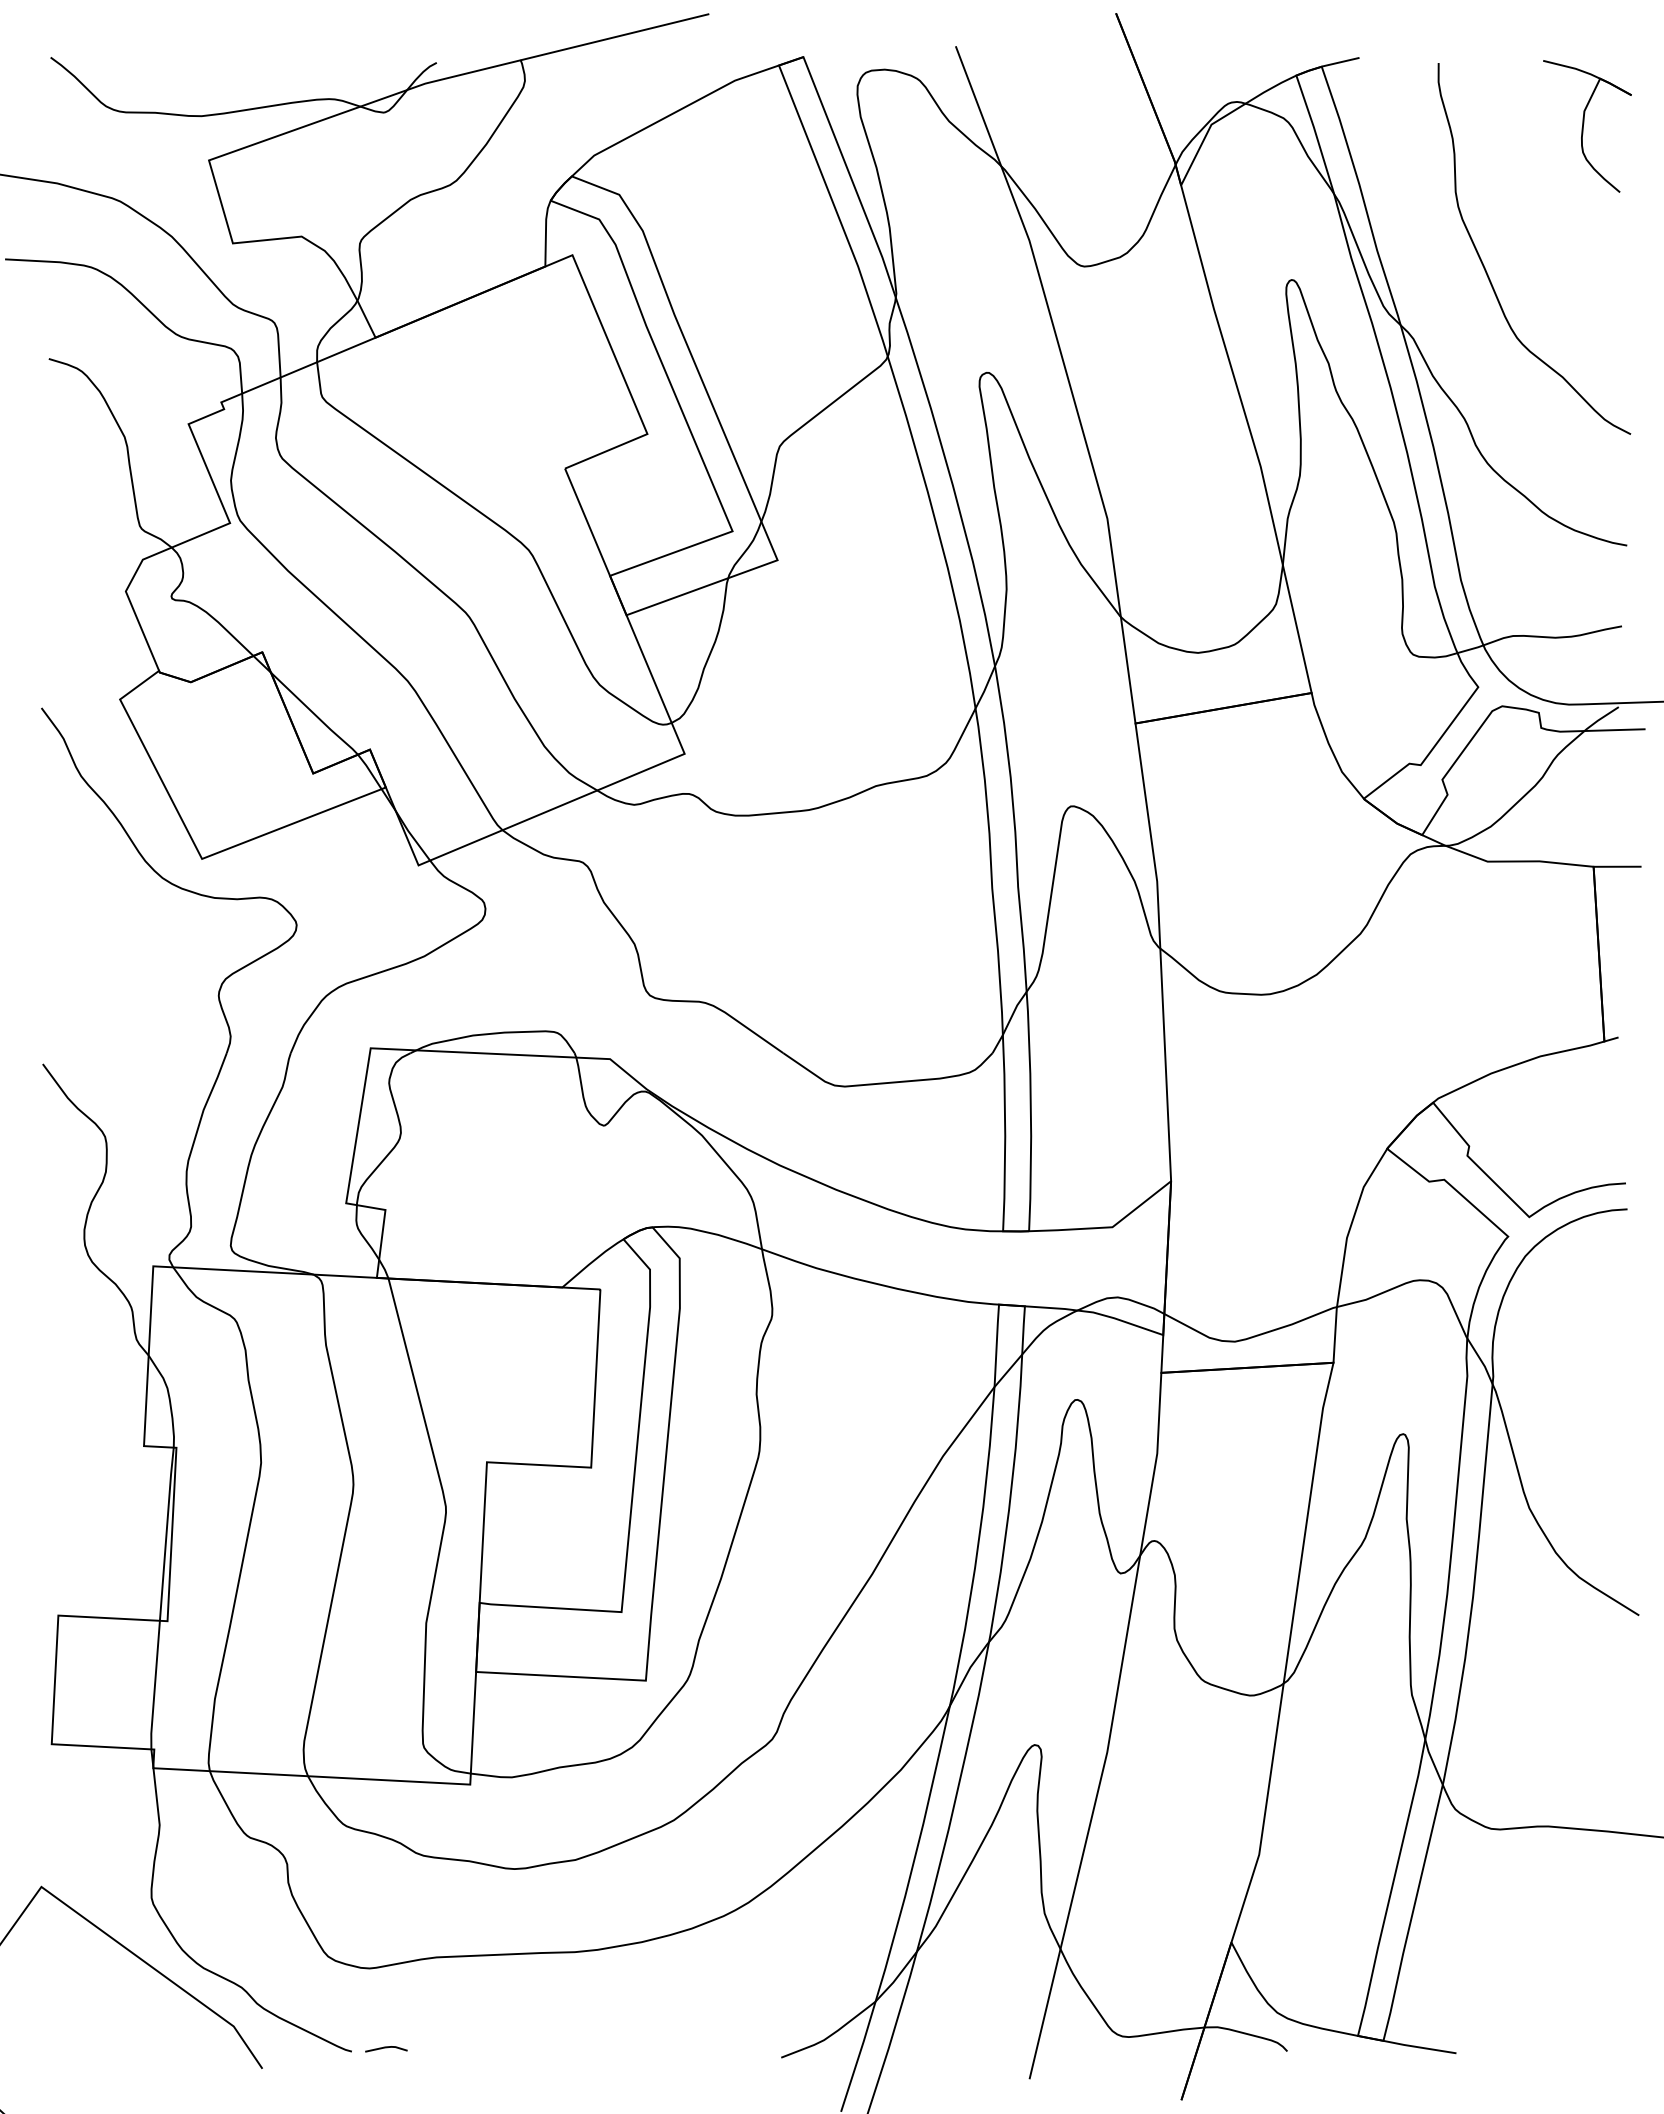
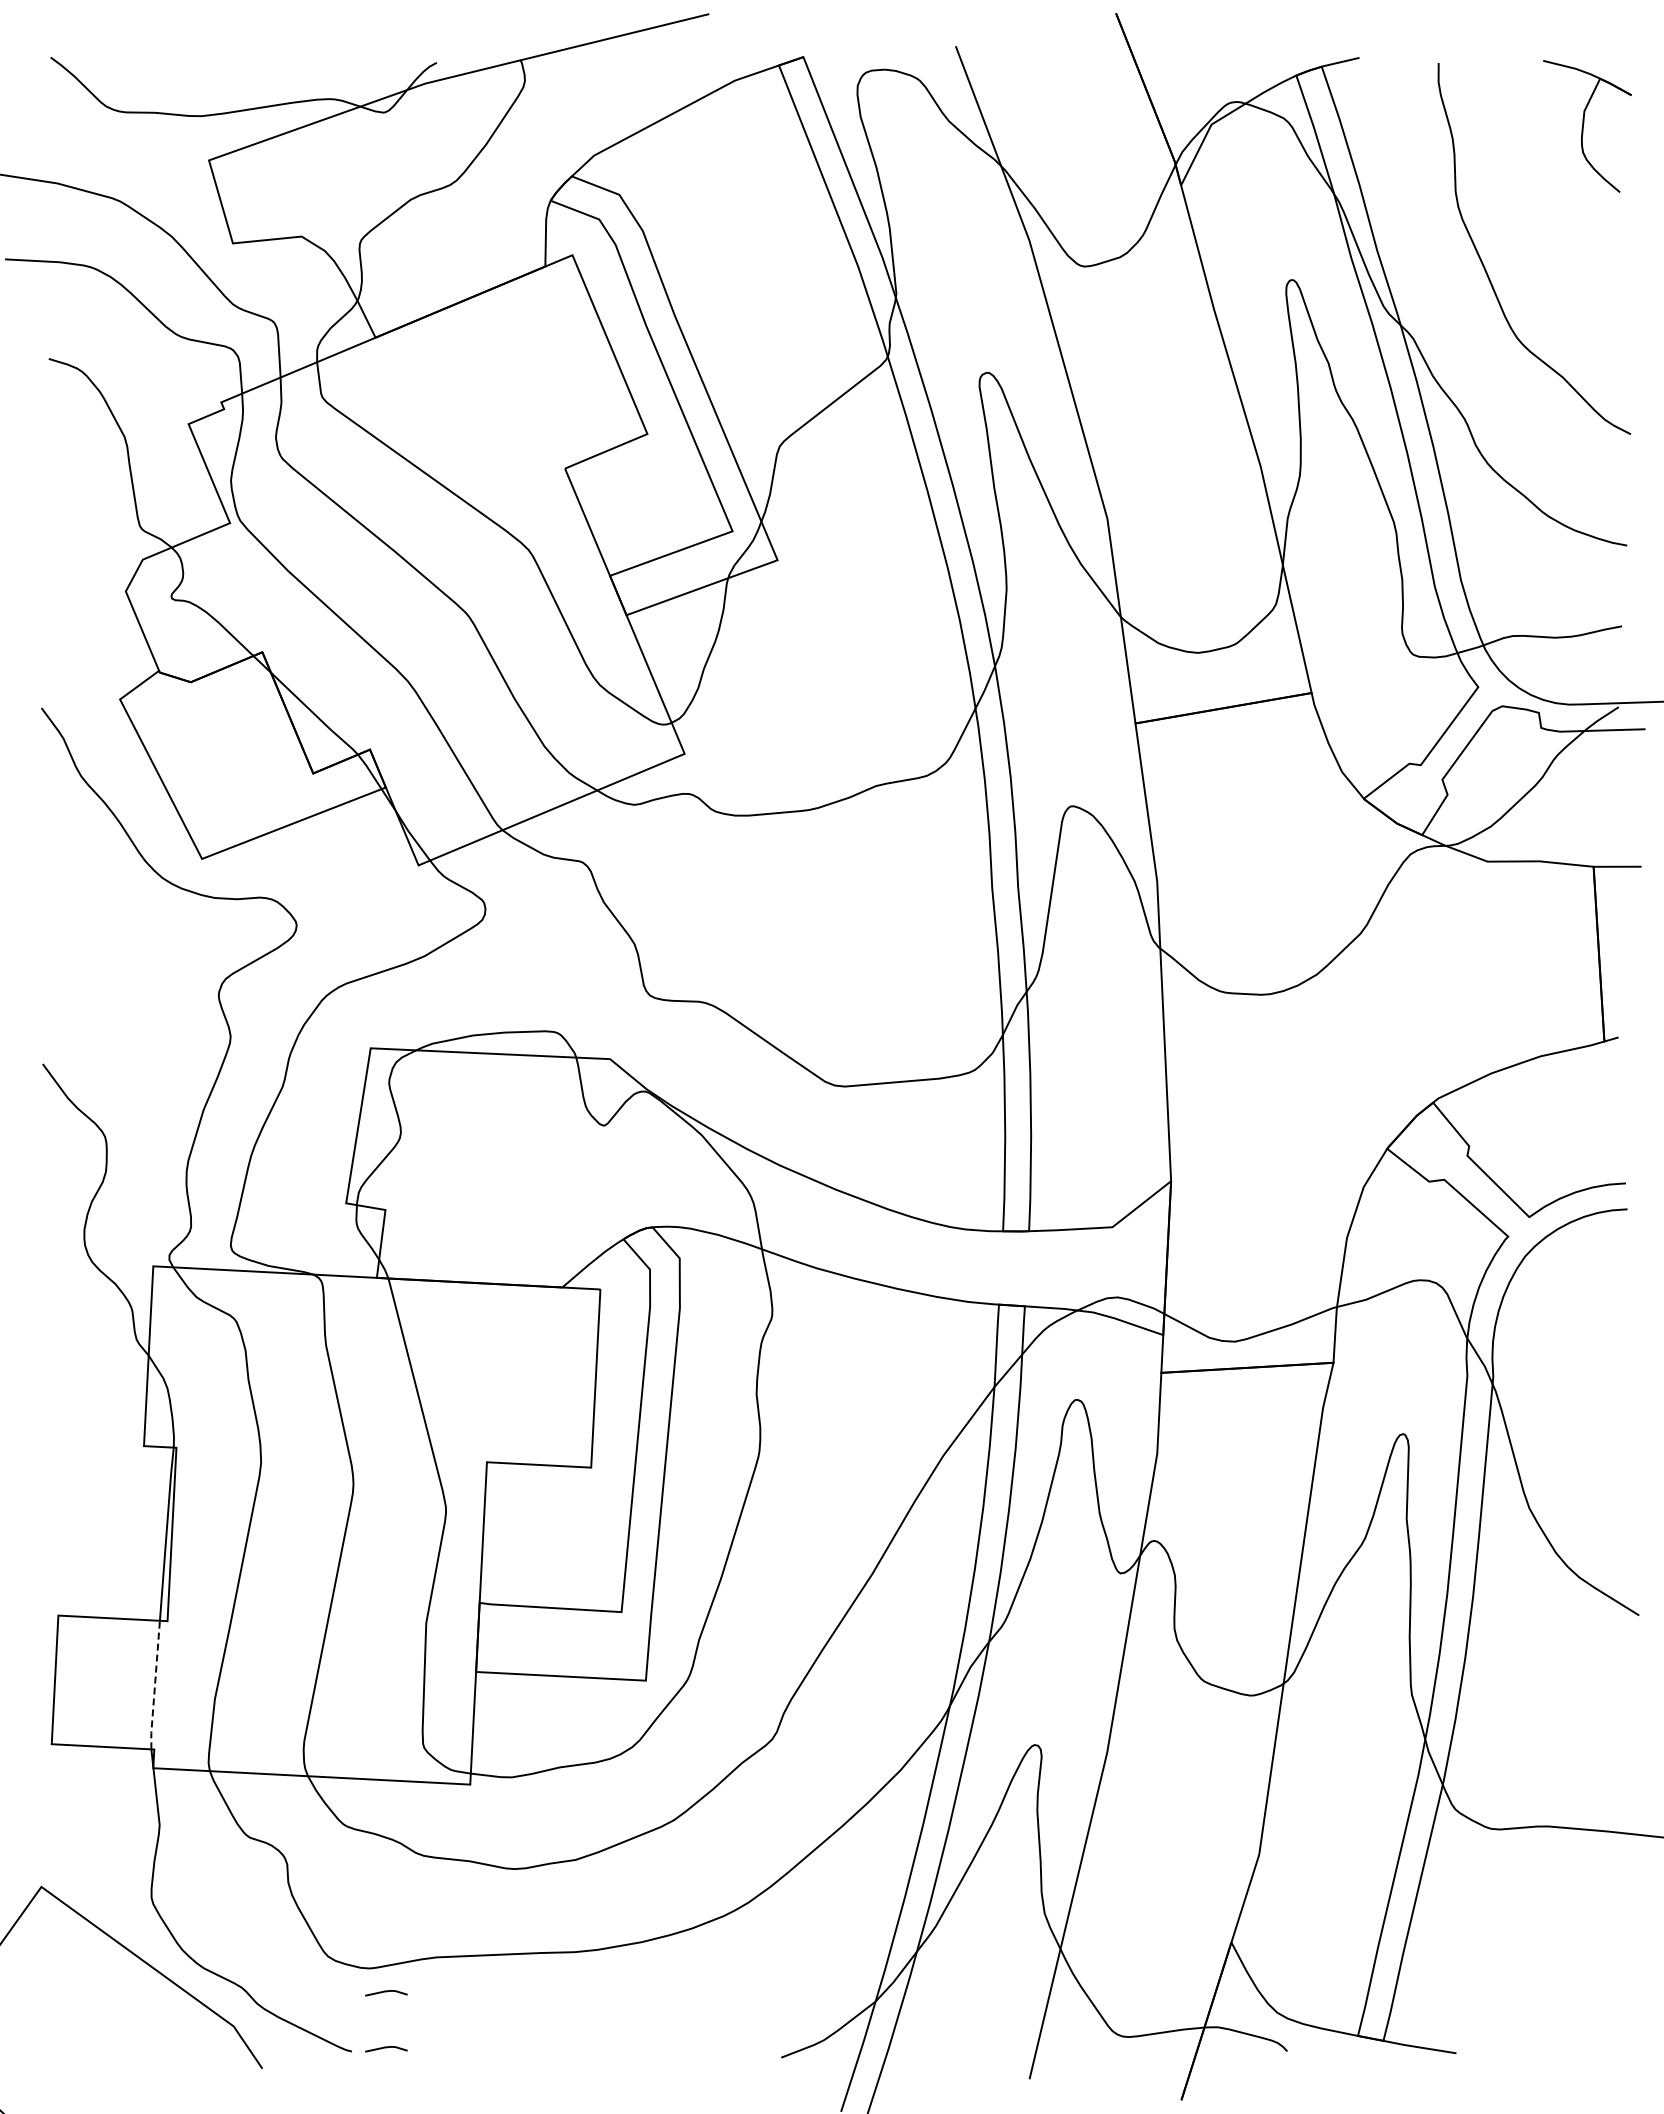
line at (155, 1685): solid -> dashed
line at (386, 1992): none -> present
